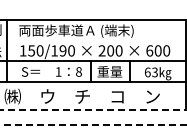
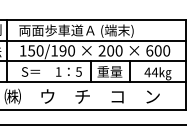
line at (92, 40): none -> present
text at (78, 71): 8 -> 5
text at (151, 72): 63 -> 44
line at (93, 109): dashed -> solid
line at (93, 124): dashed -> solid
